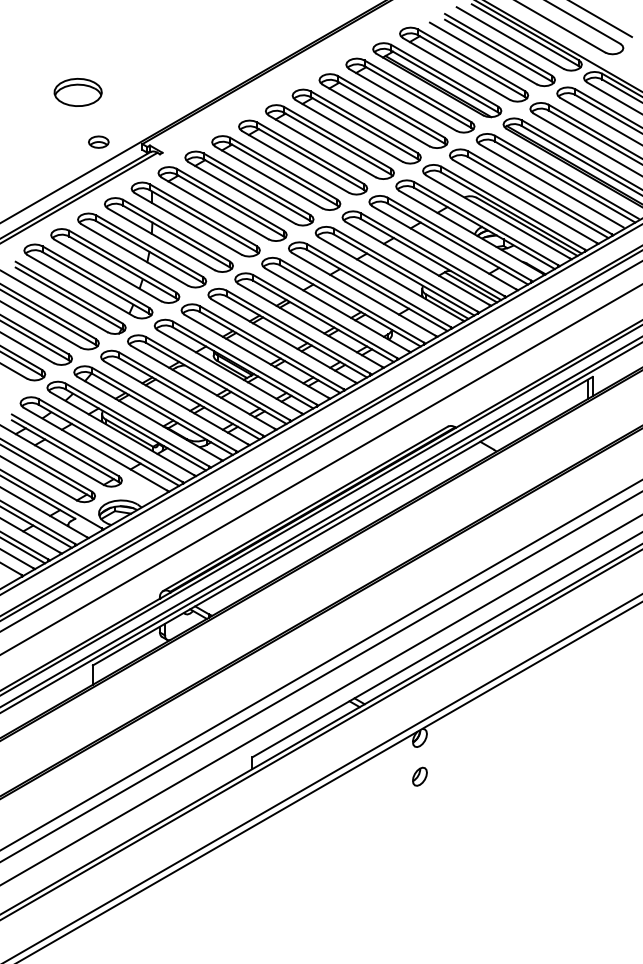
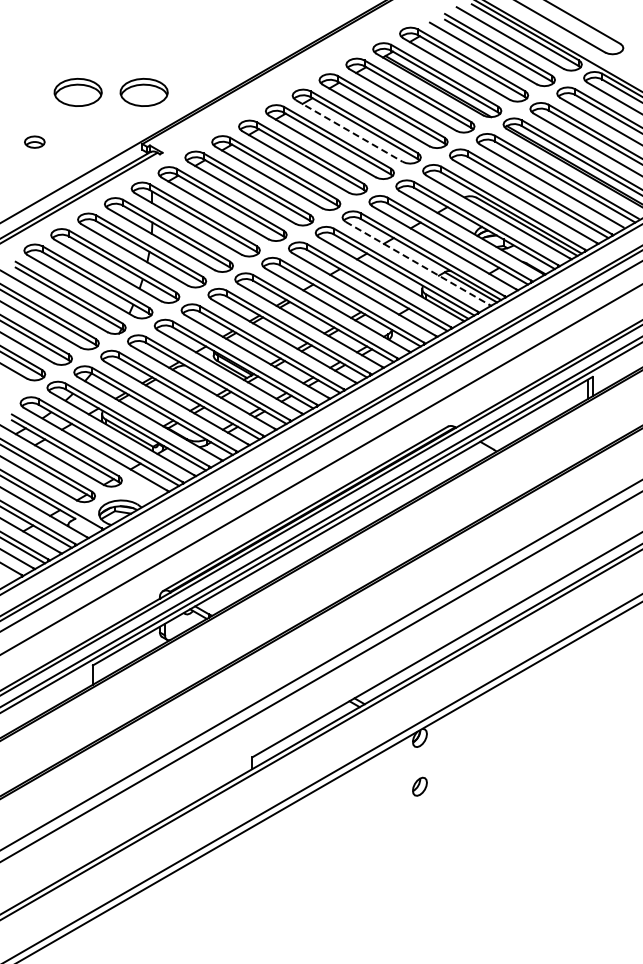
line at (601, 19): present -> none
part at (143, 92): none -> present
line at (349, 130): solid -> dashed
part at (98, 141) position: (98, 141) -> (34, 141)
line at (417, 263): solid -> dashed
line at (320, 700): present -> none
part at (419, 776) position: (419, 776) -> (419, 786)
